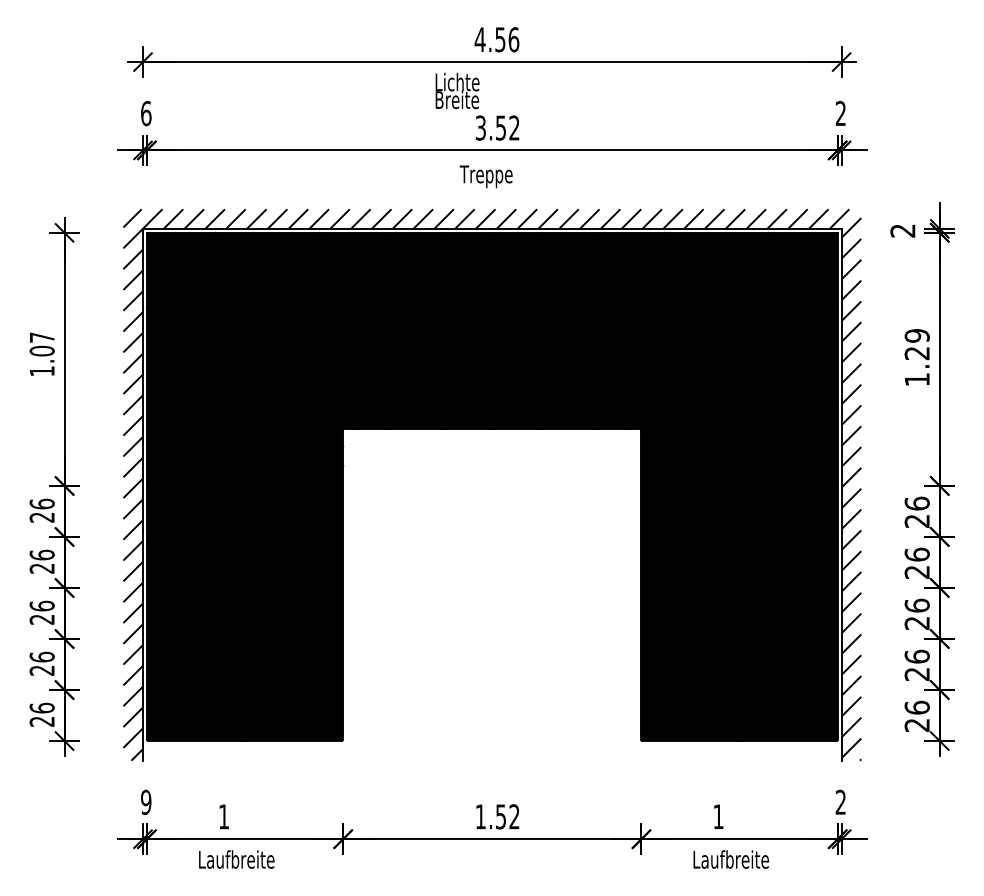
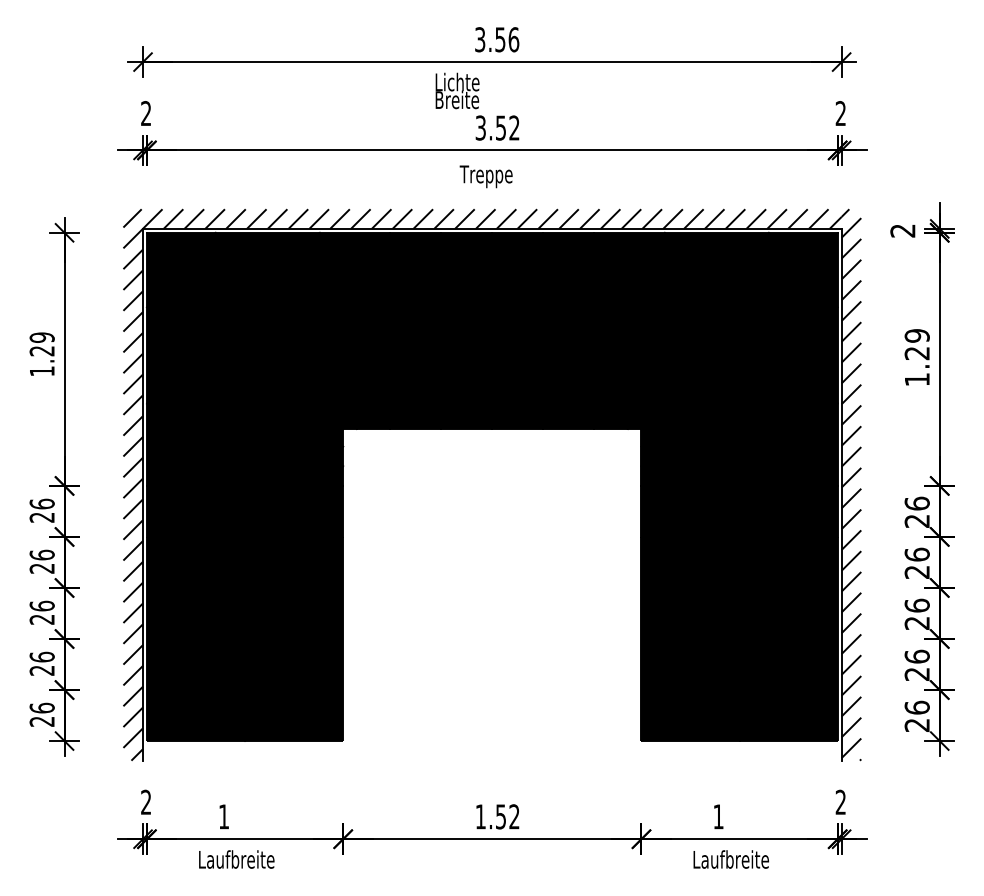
text at (479, 39): 4.56 -> 3.56
text at (146, 113): 6 -> 2
text at (41, 344): 1.07 -> 1.29
text at (146, 801): 9 -> 2
